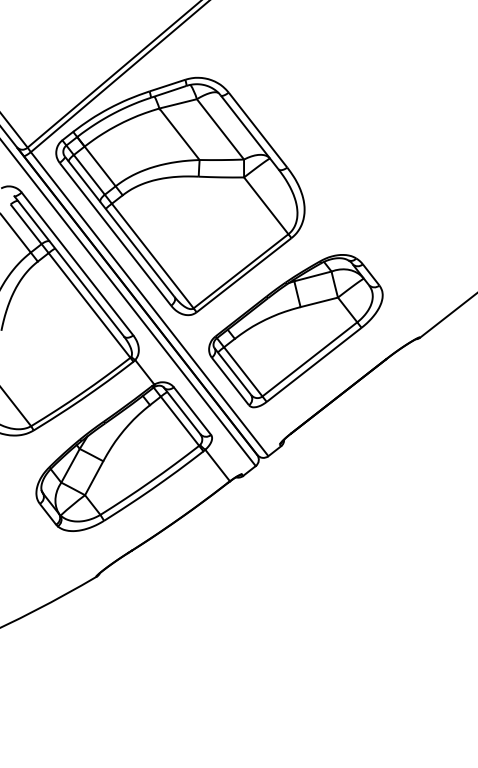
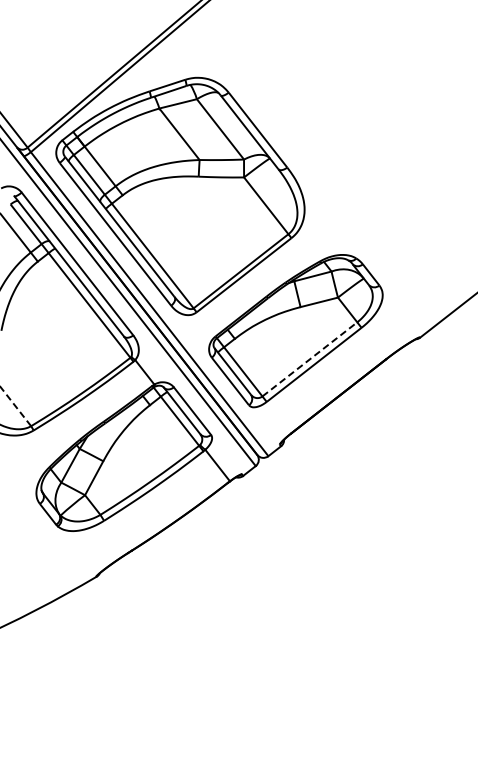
line at (310, 359): solid -> dashed
line at (15, 406): solid -> dashed
